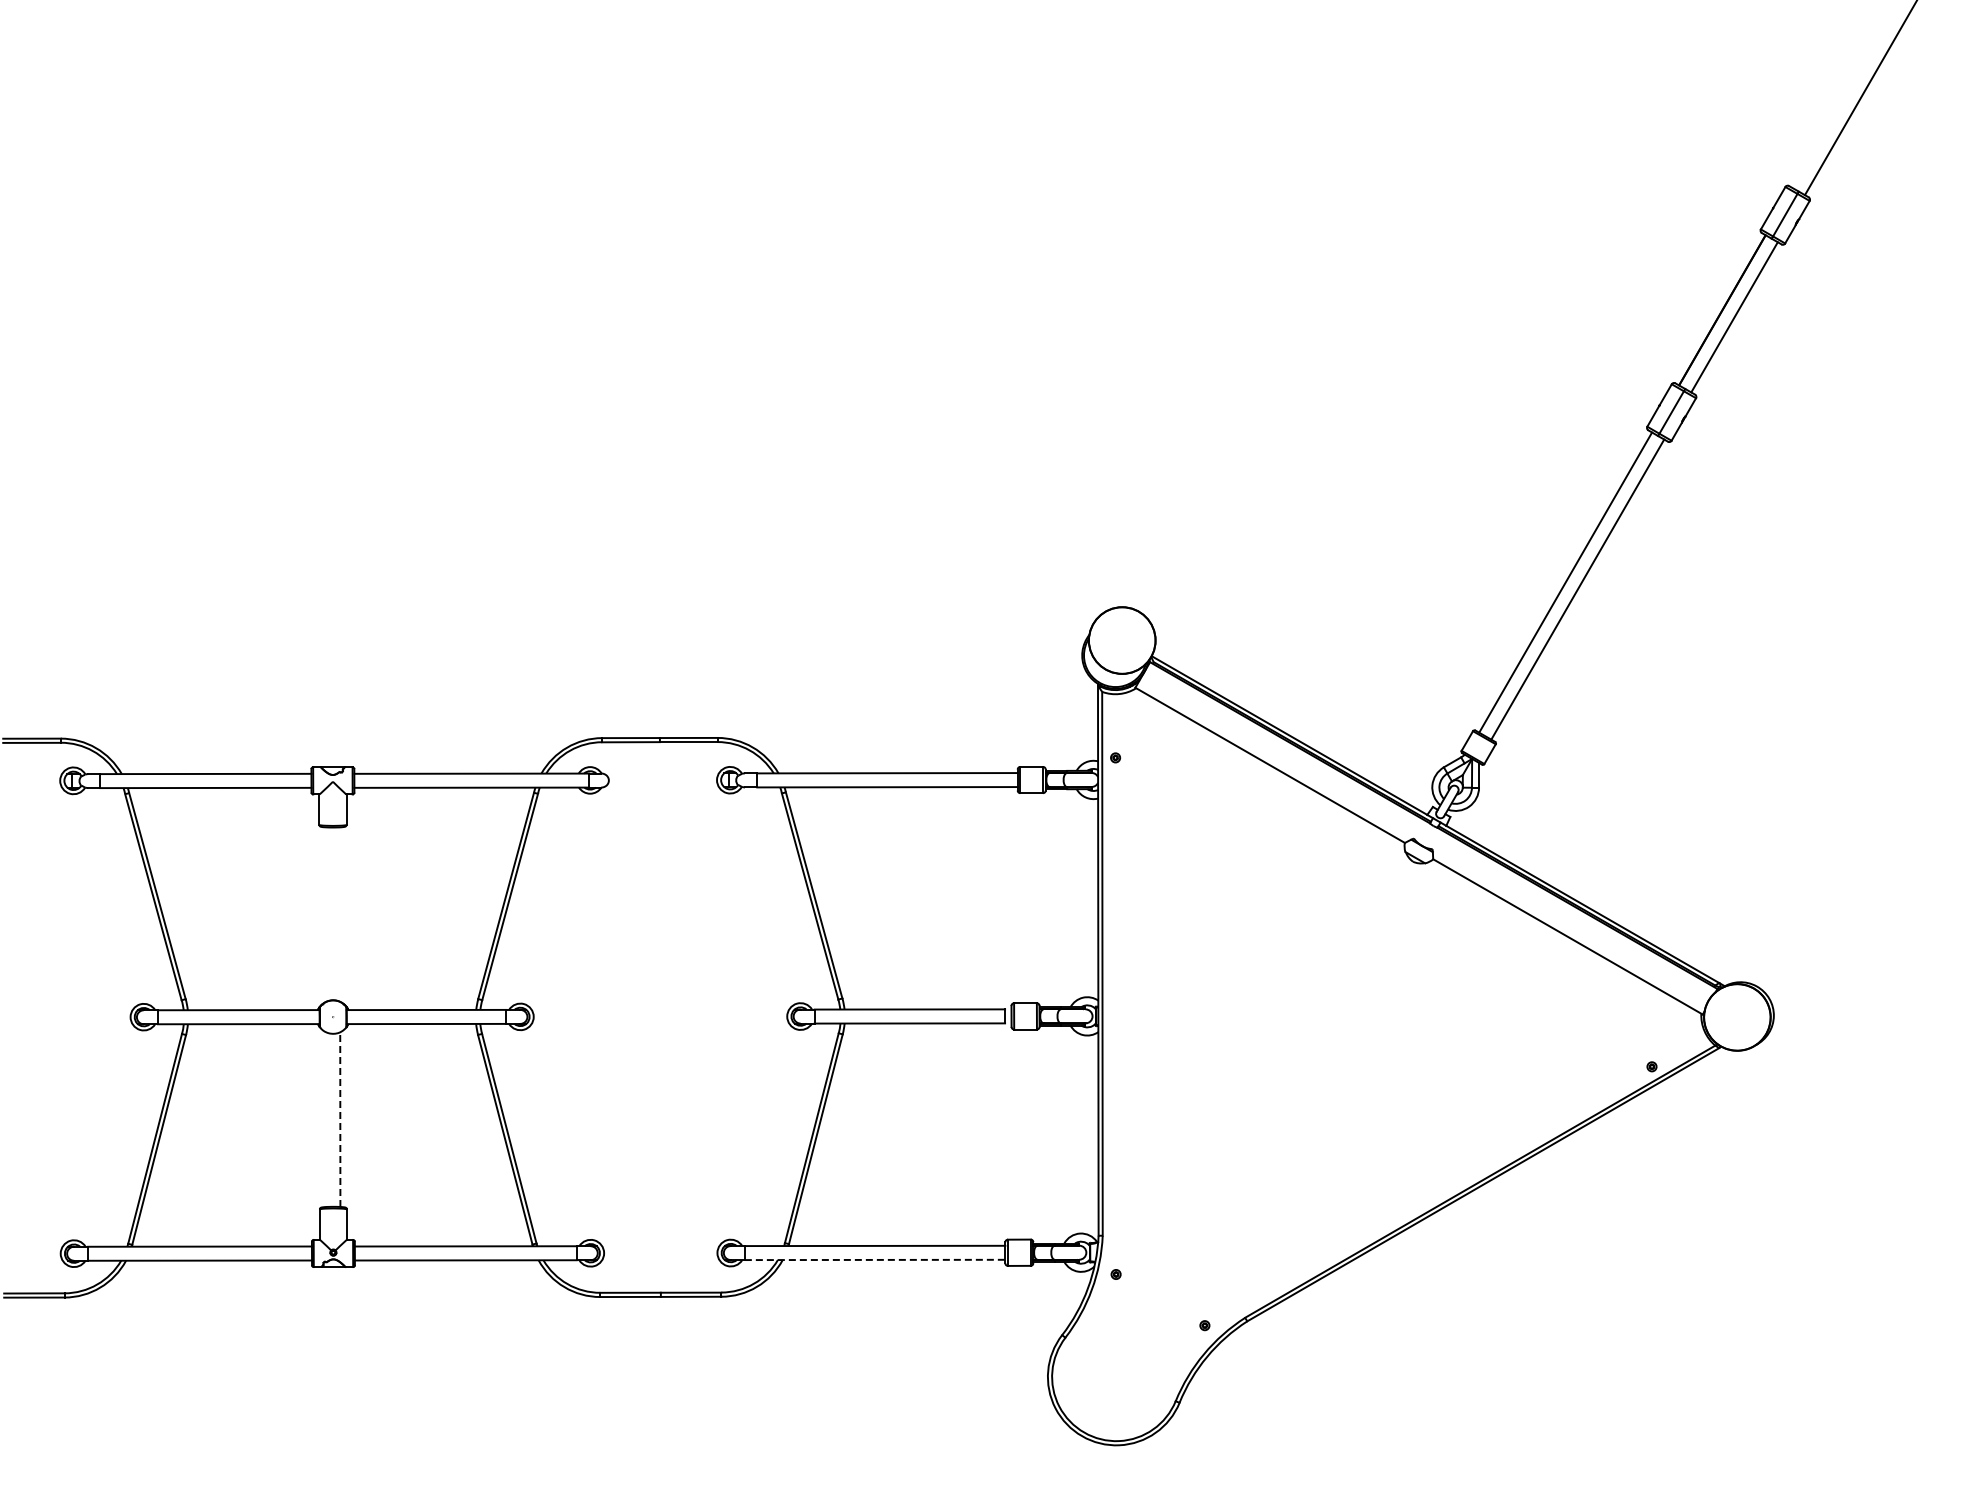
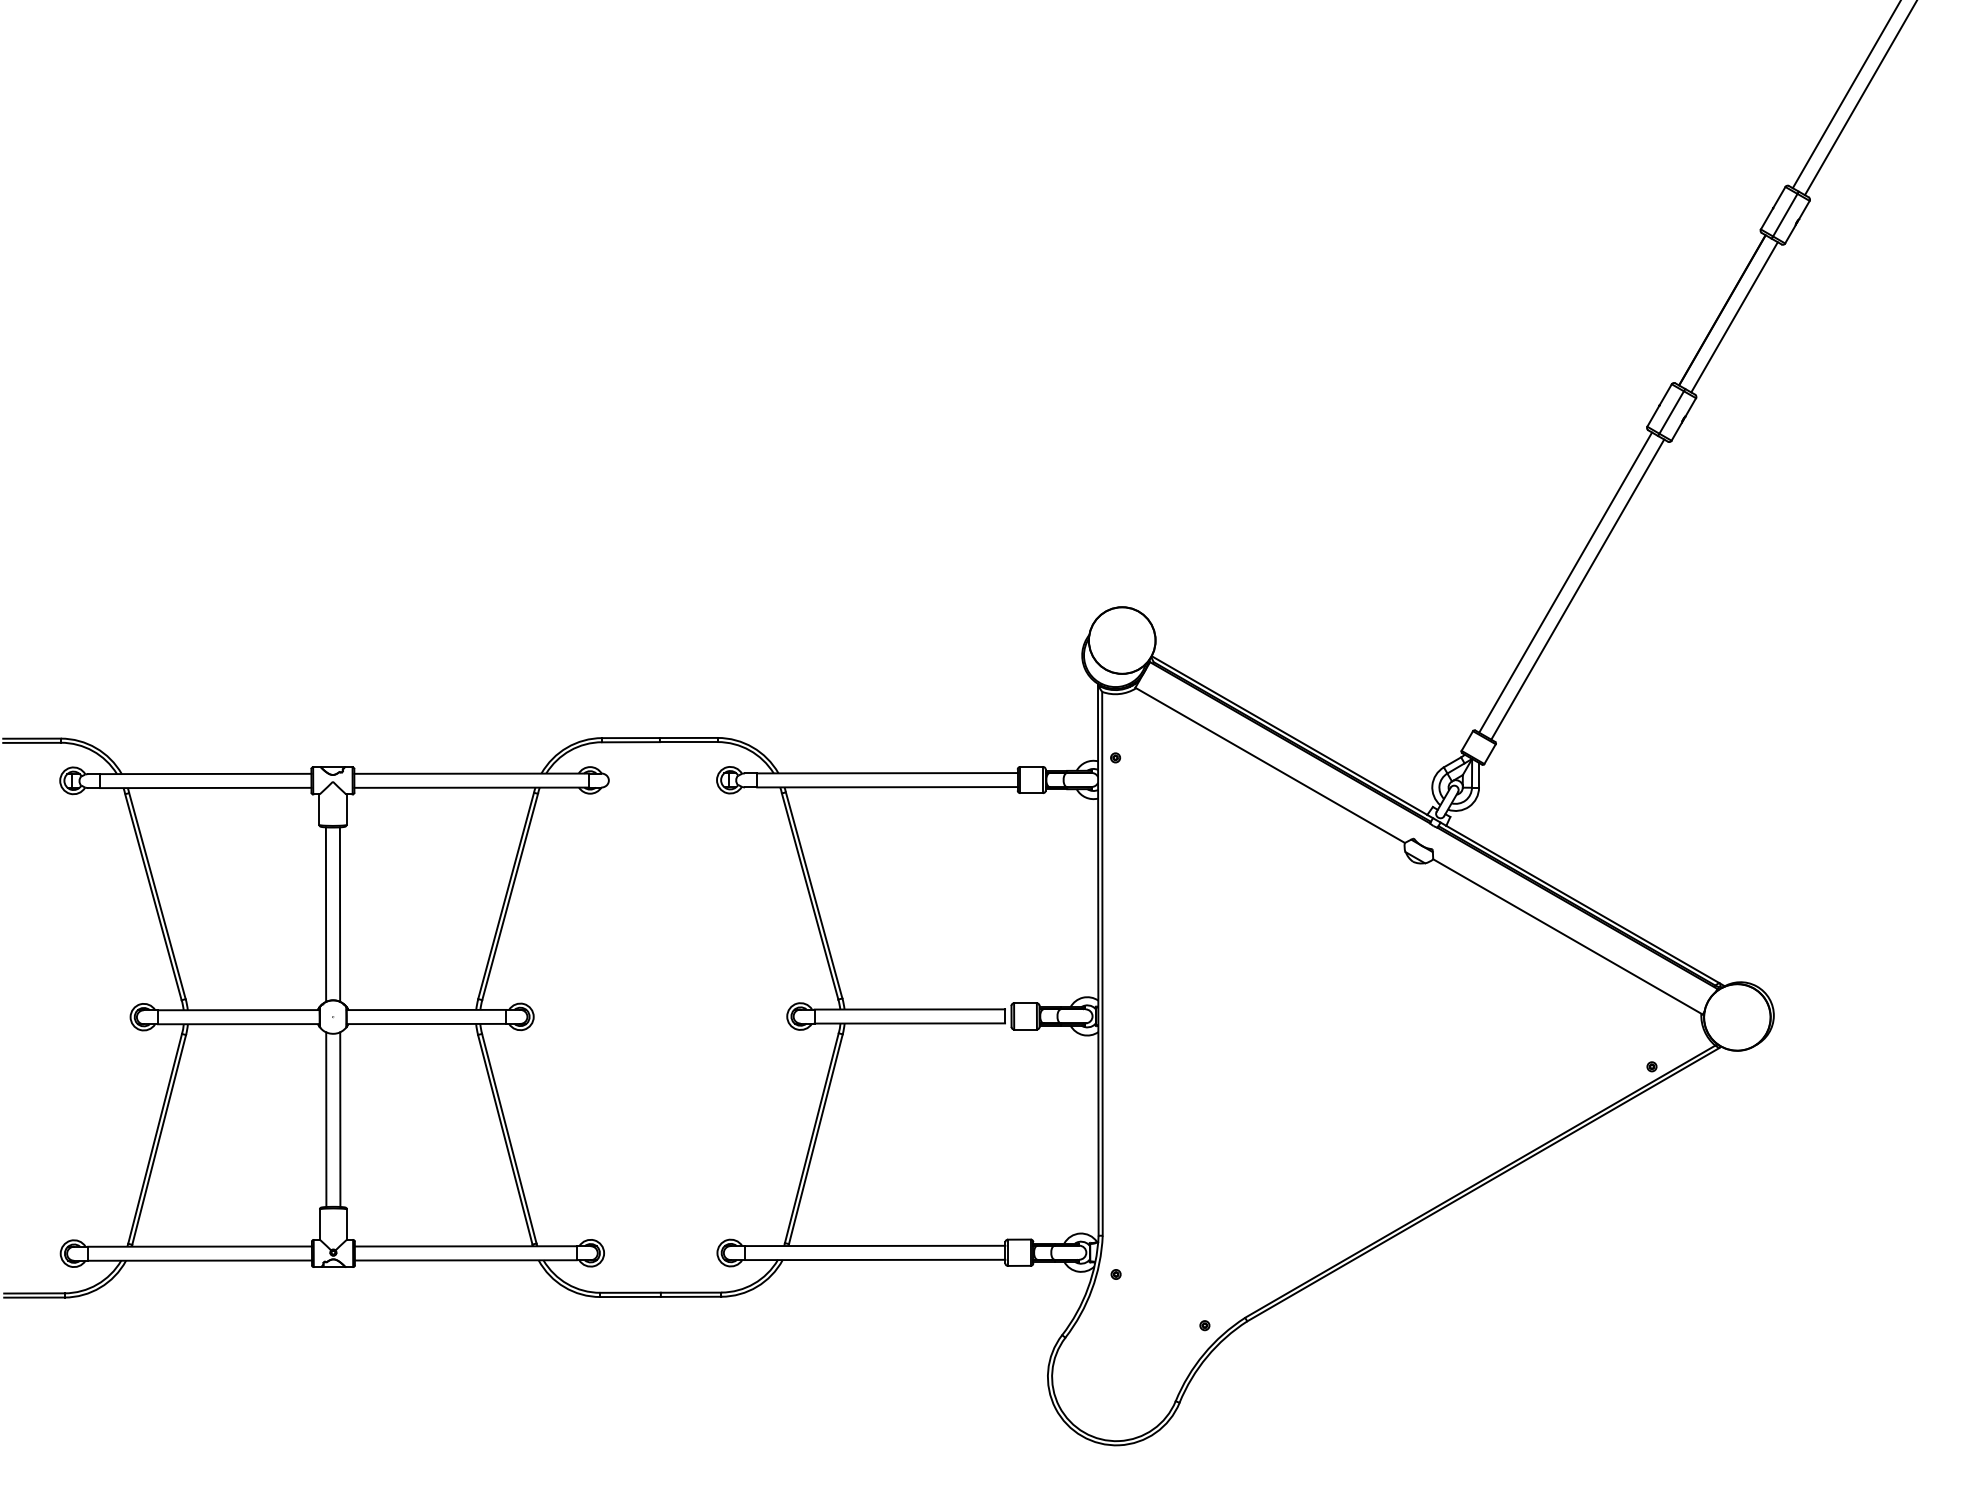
line at (1845, 95): none -> present
line at (325, 914): none -> present
line at (339, 914): none -> present
line at (326, 1119): none -> present
line at (340, 1119): dashed -> solid
line at (875, 1259): dashed -> solid
